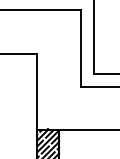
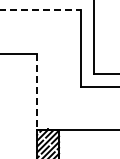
line at (41, 10): solid -> dashed
line at (37, 92): solid -> dashed
